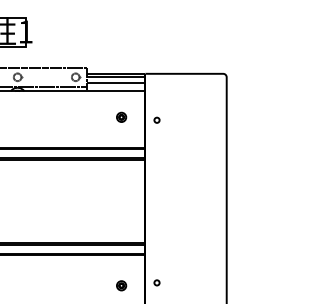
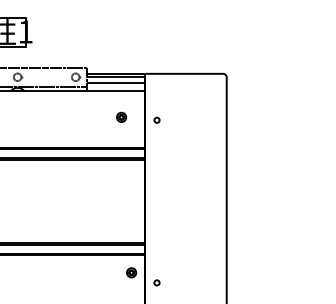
part at (121, 285) position: (121, 285) -> (131, 272)
